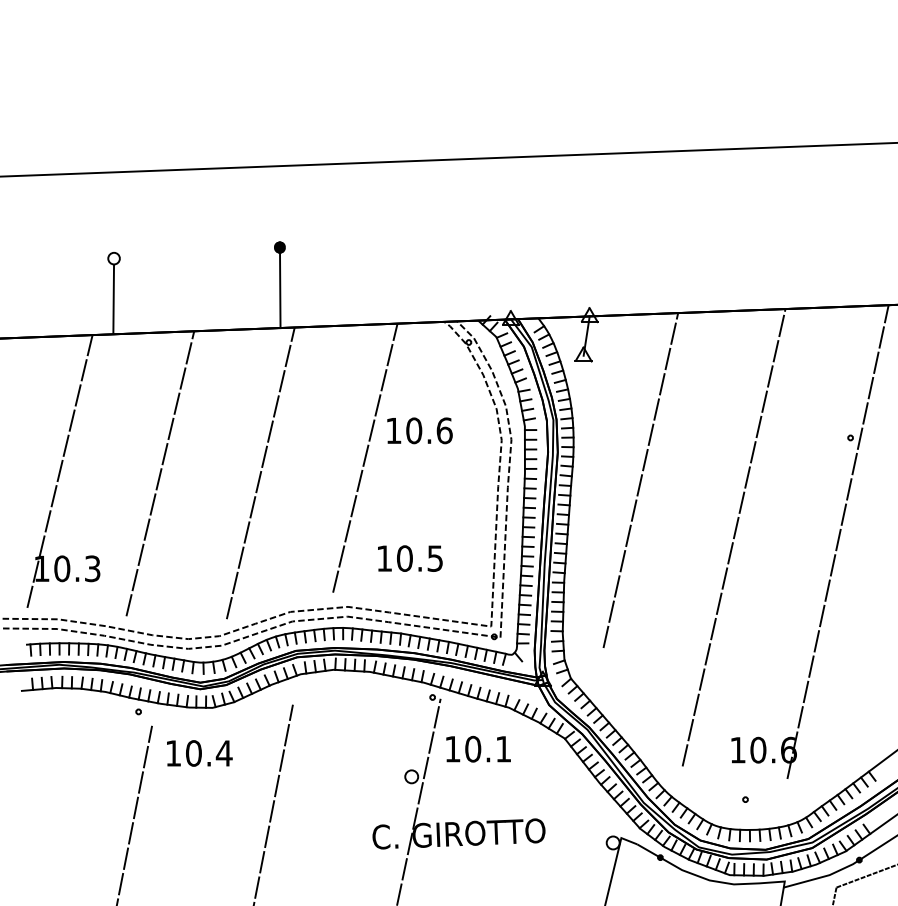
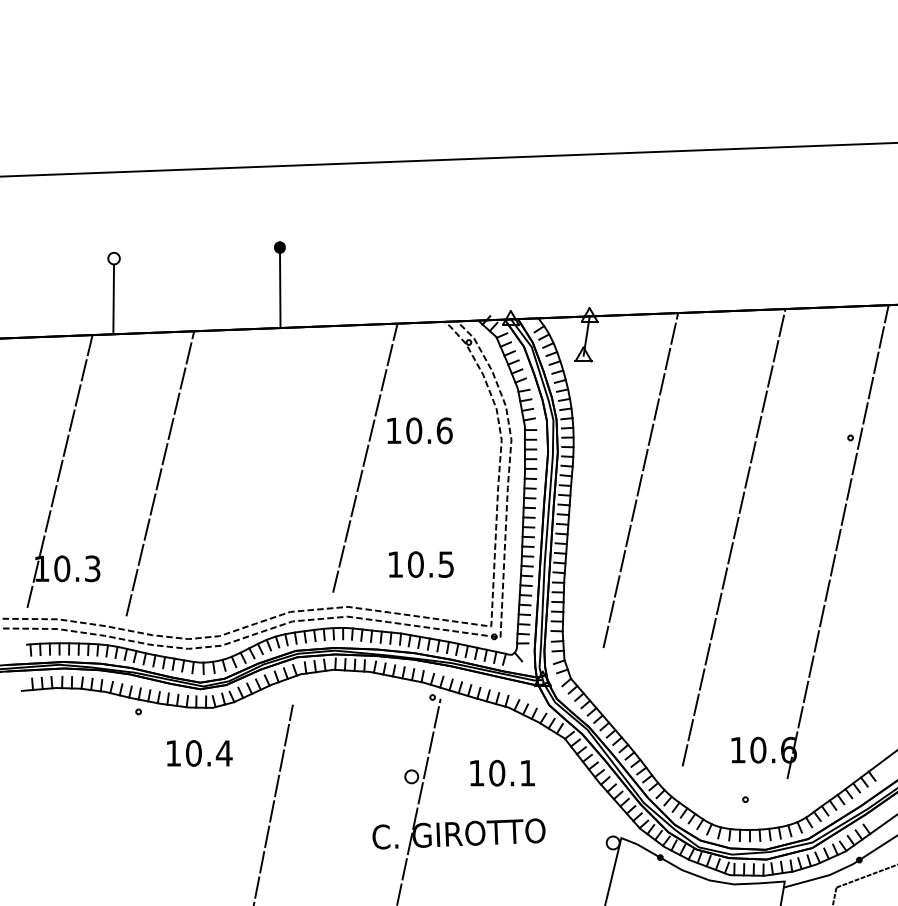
line at (260, 473): present -> none
text at (410, 558) position: (410, 558) -> (421, 564)
text at (478, 748) position: (478, 748) -> (502, 772)
line at (134, 813): present -> none
